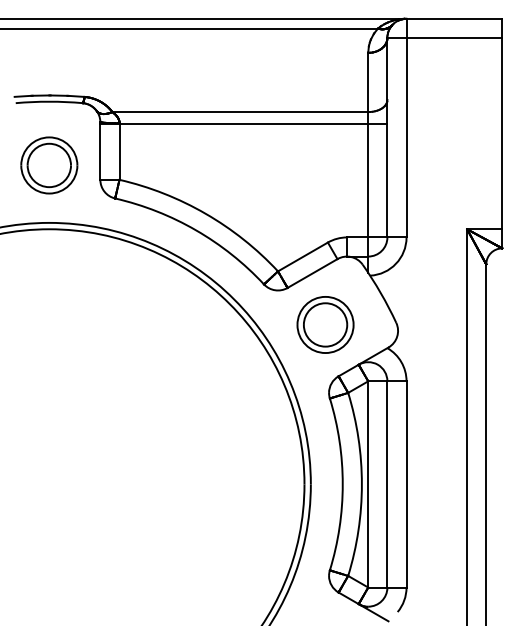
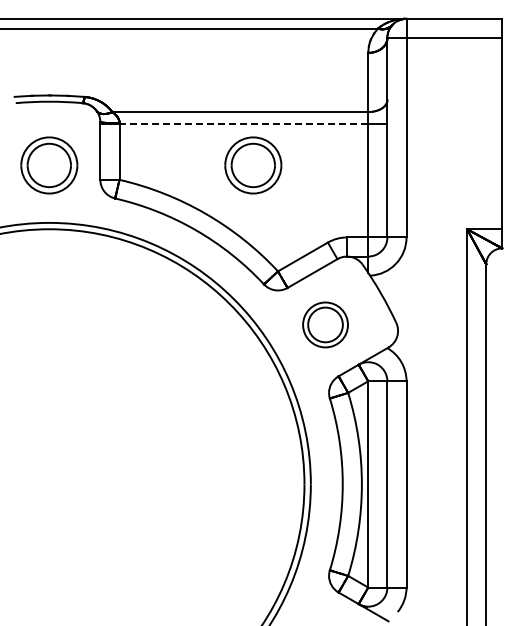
line at (243, 124): solid -> dashed
part at (253, 165): none -> present
part at (325, 324) size: 59x58 px -> 47x48 px
